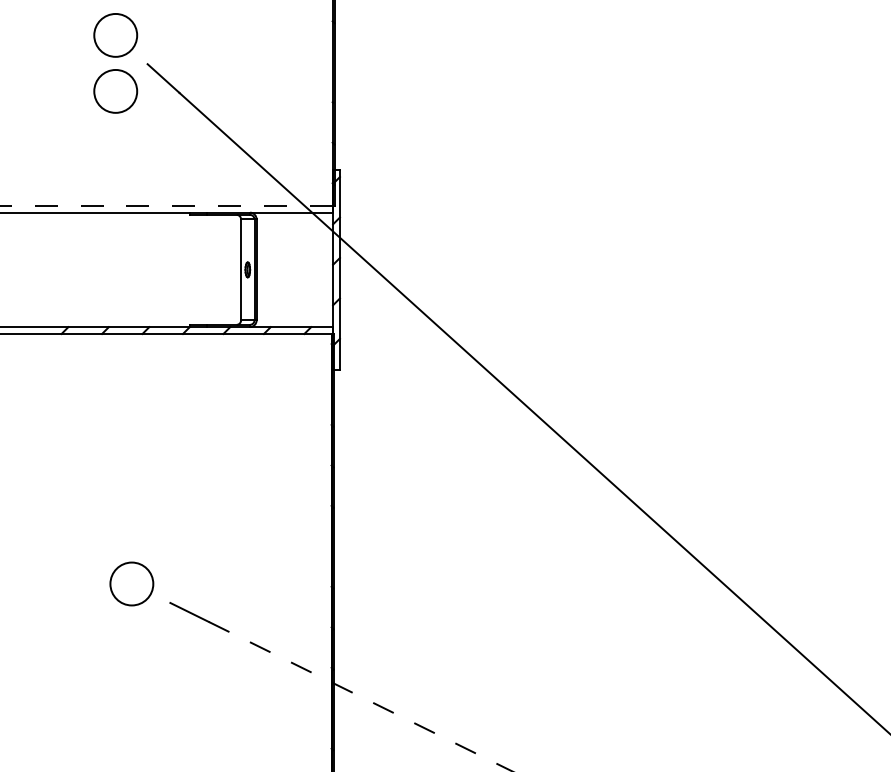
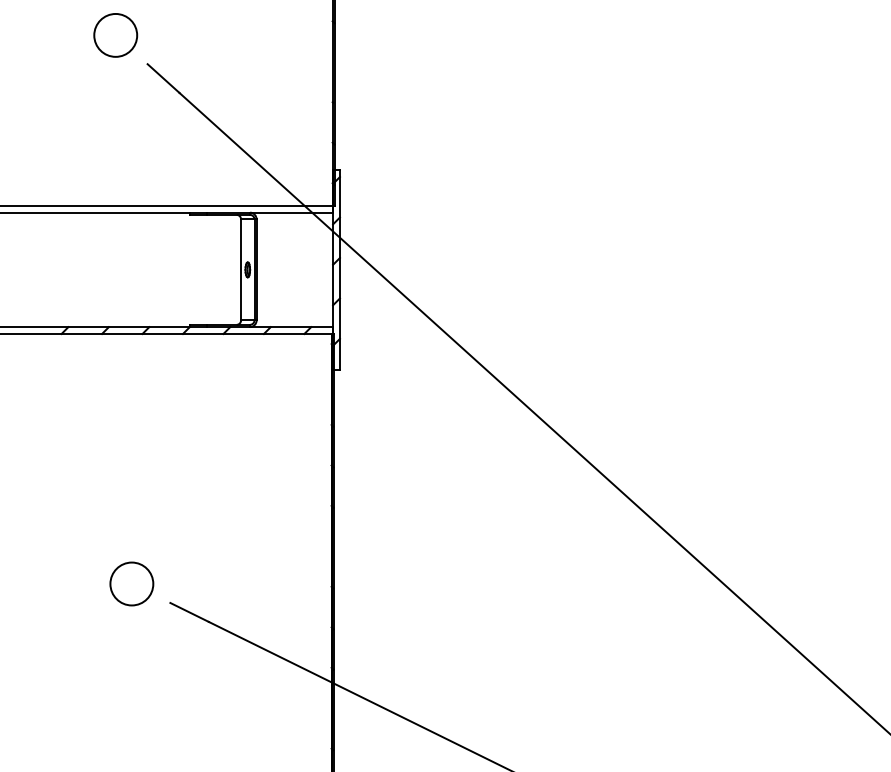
circle at (115, 91): present -> none
line at (166, 205): dashed -> solid
line at (361, 697): dashed -> solid
